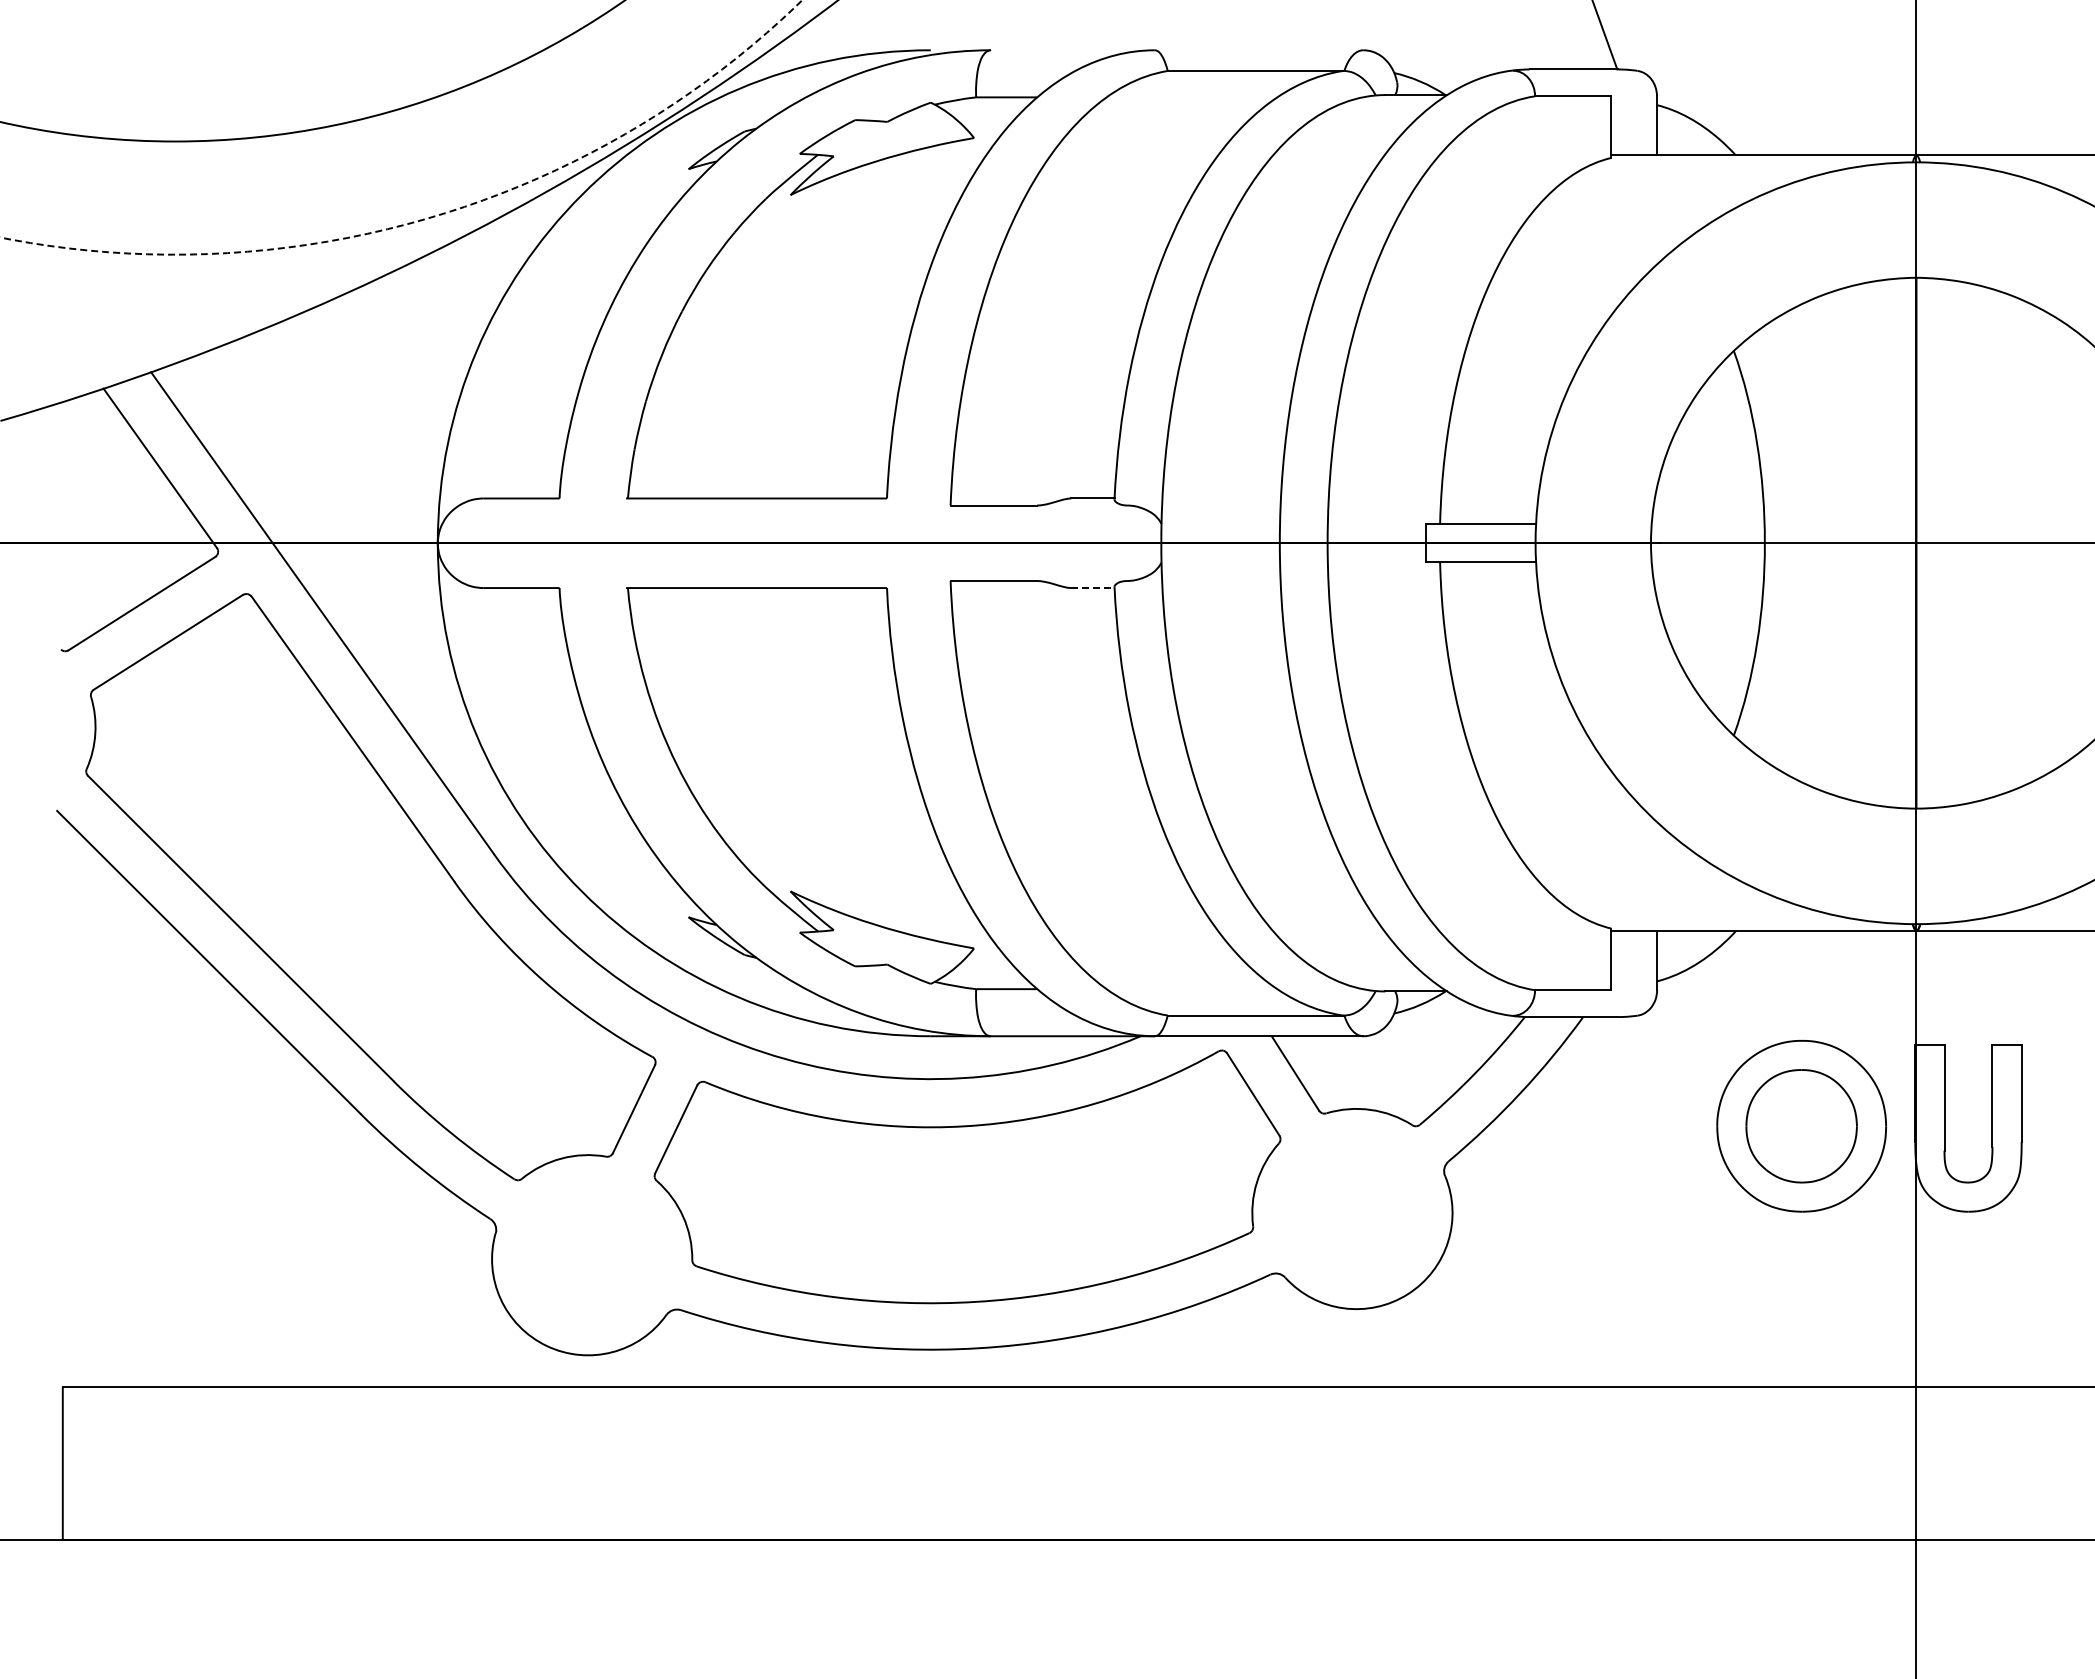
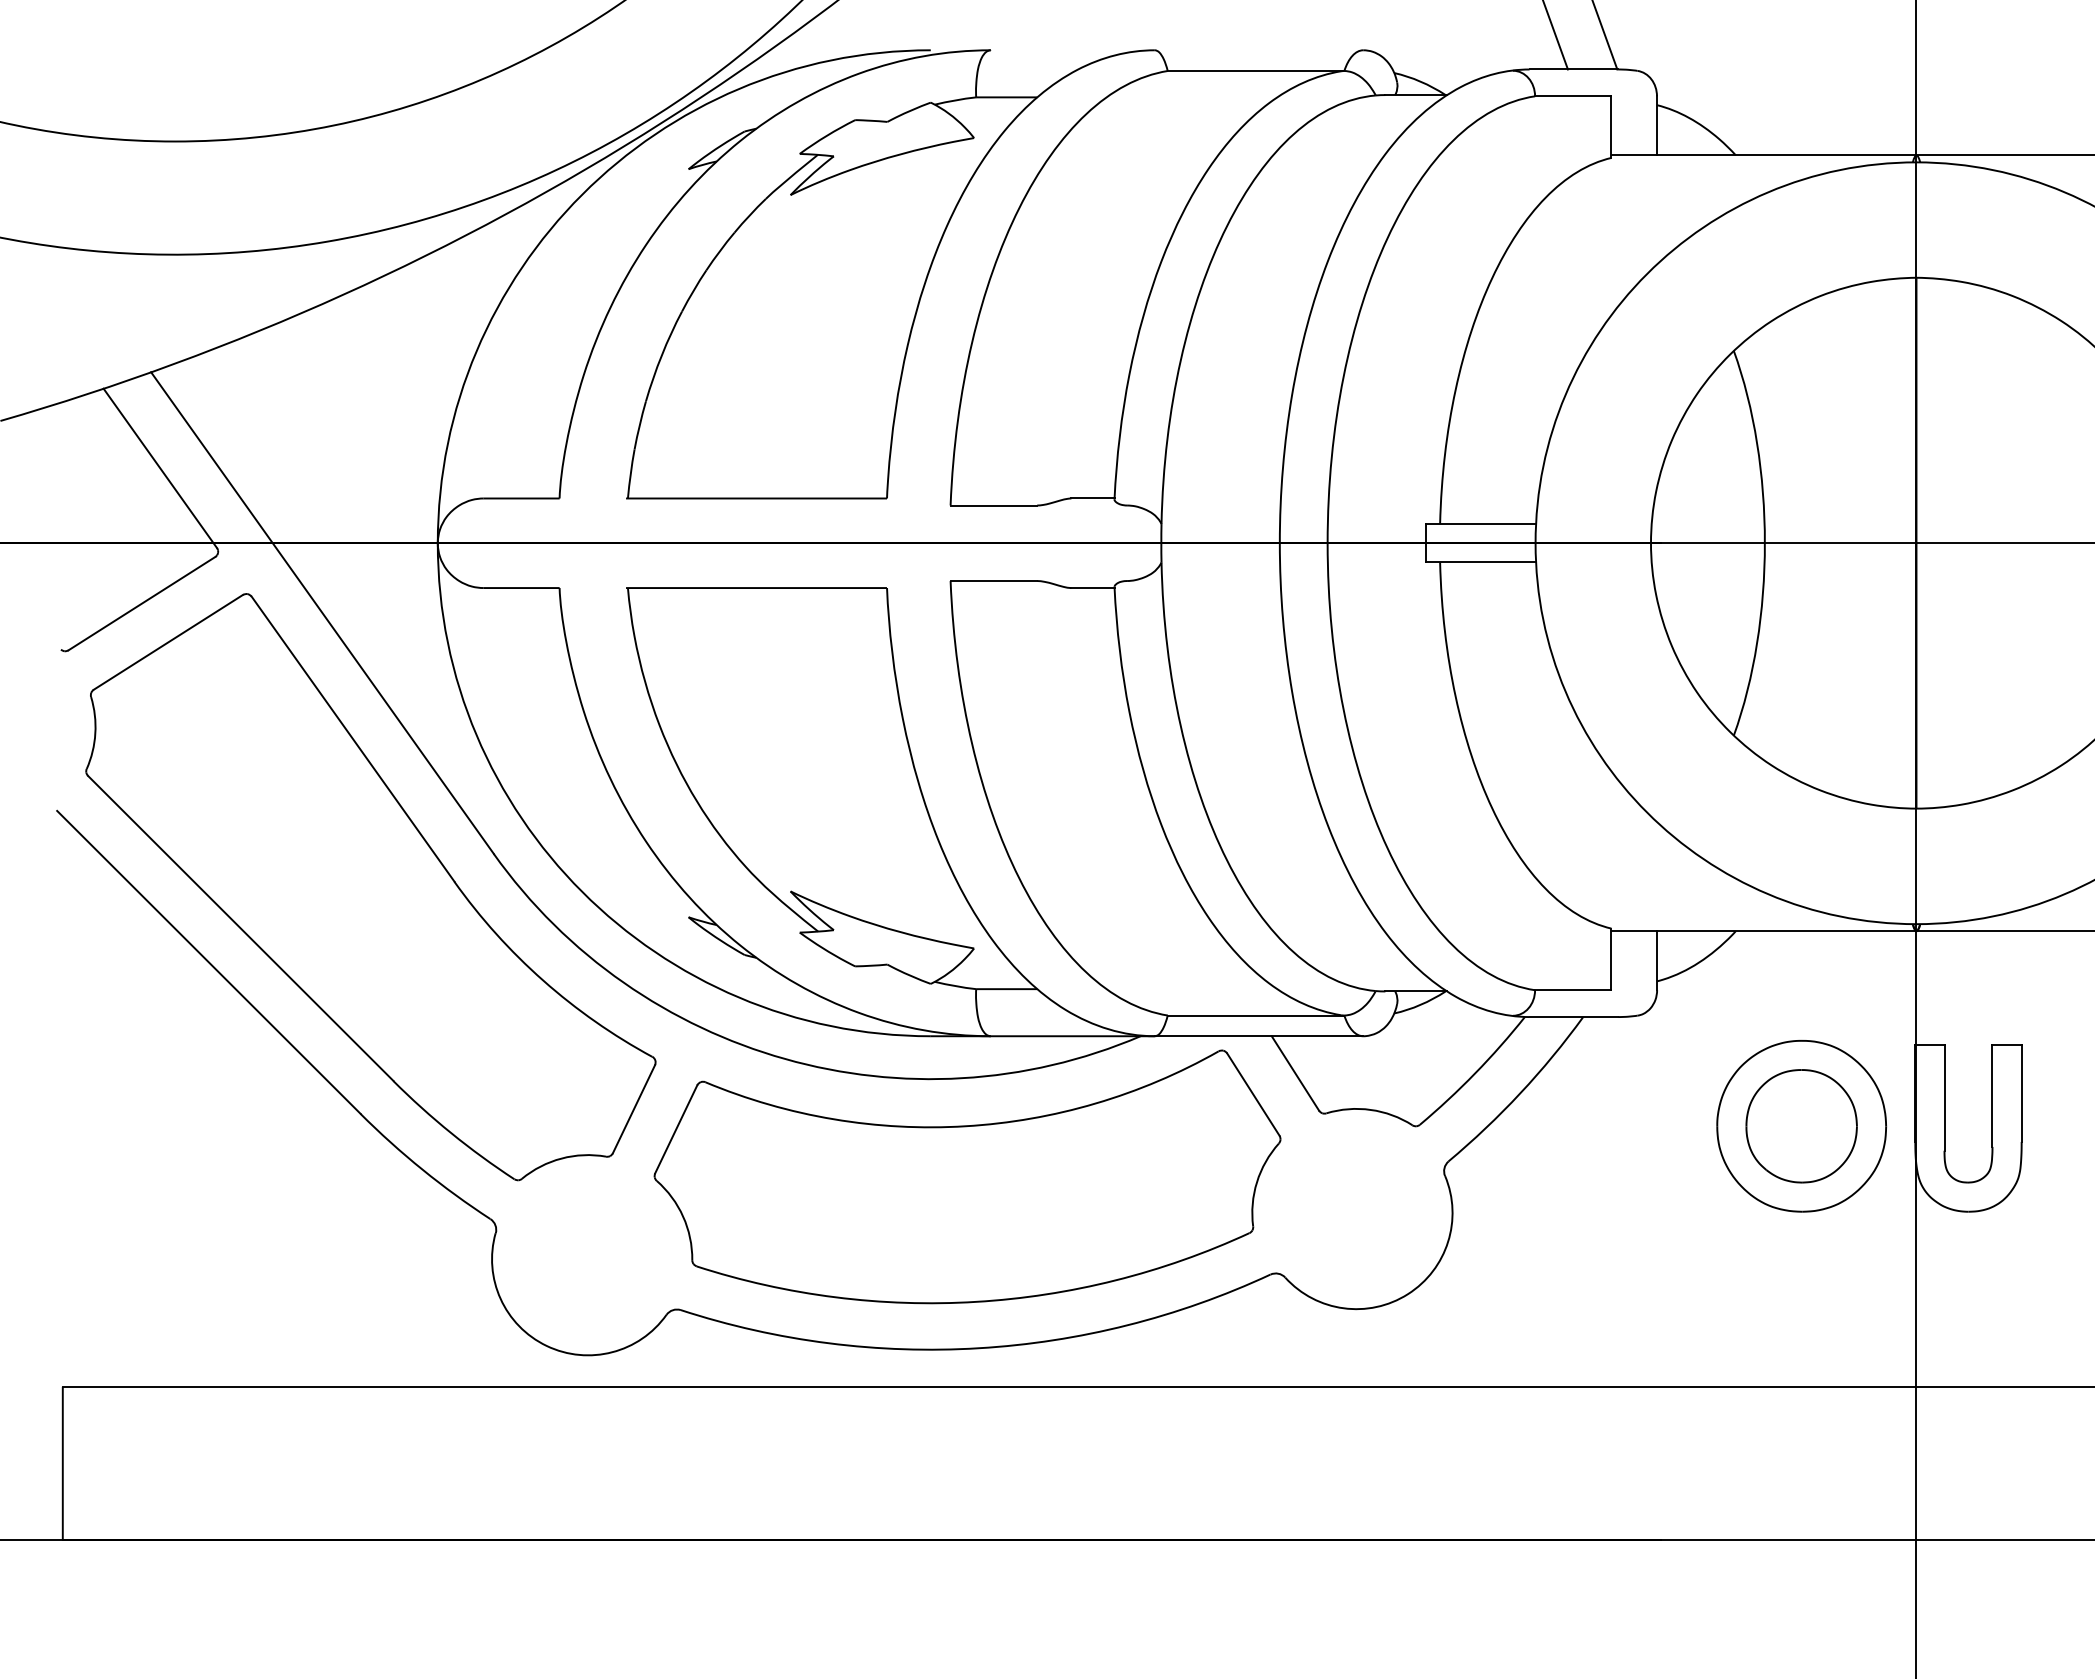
line at (1555, 35): none -> present
arc at (430, 217): dashed -> solid
line at (1093, 588): dashed -> solid
